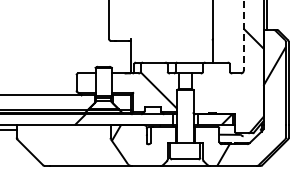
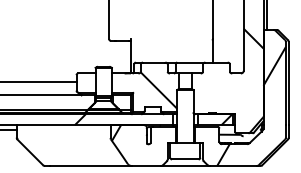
line at (243, 35): dashed -> solid
line at (39, 81): none -> present
